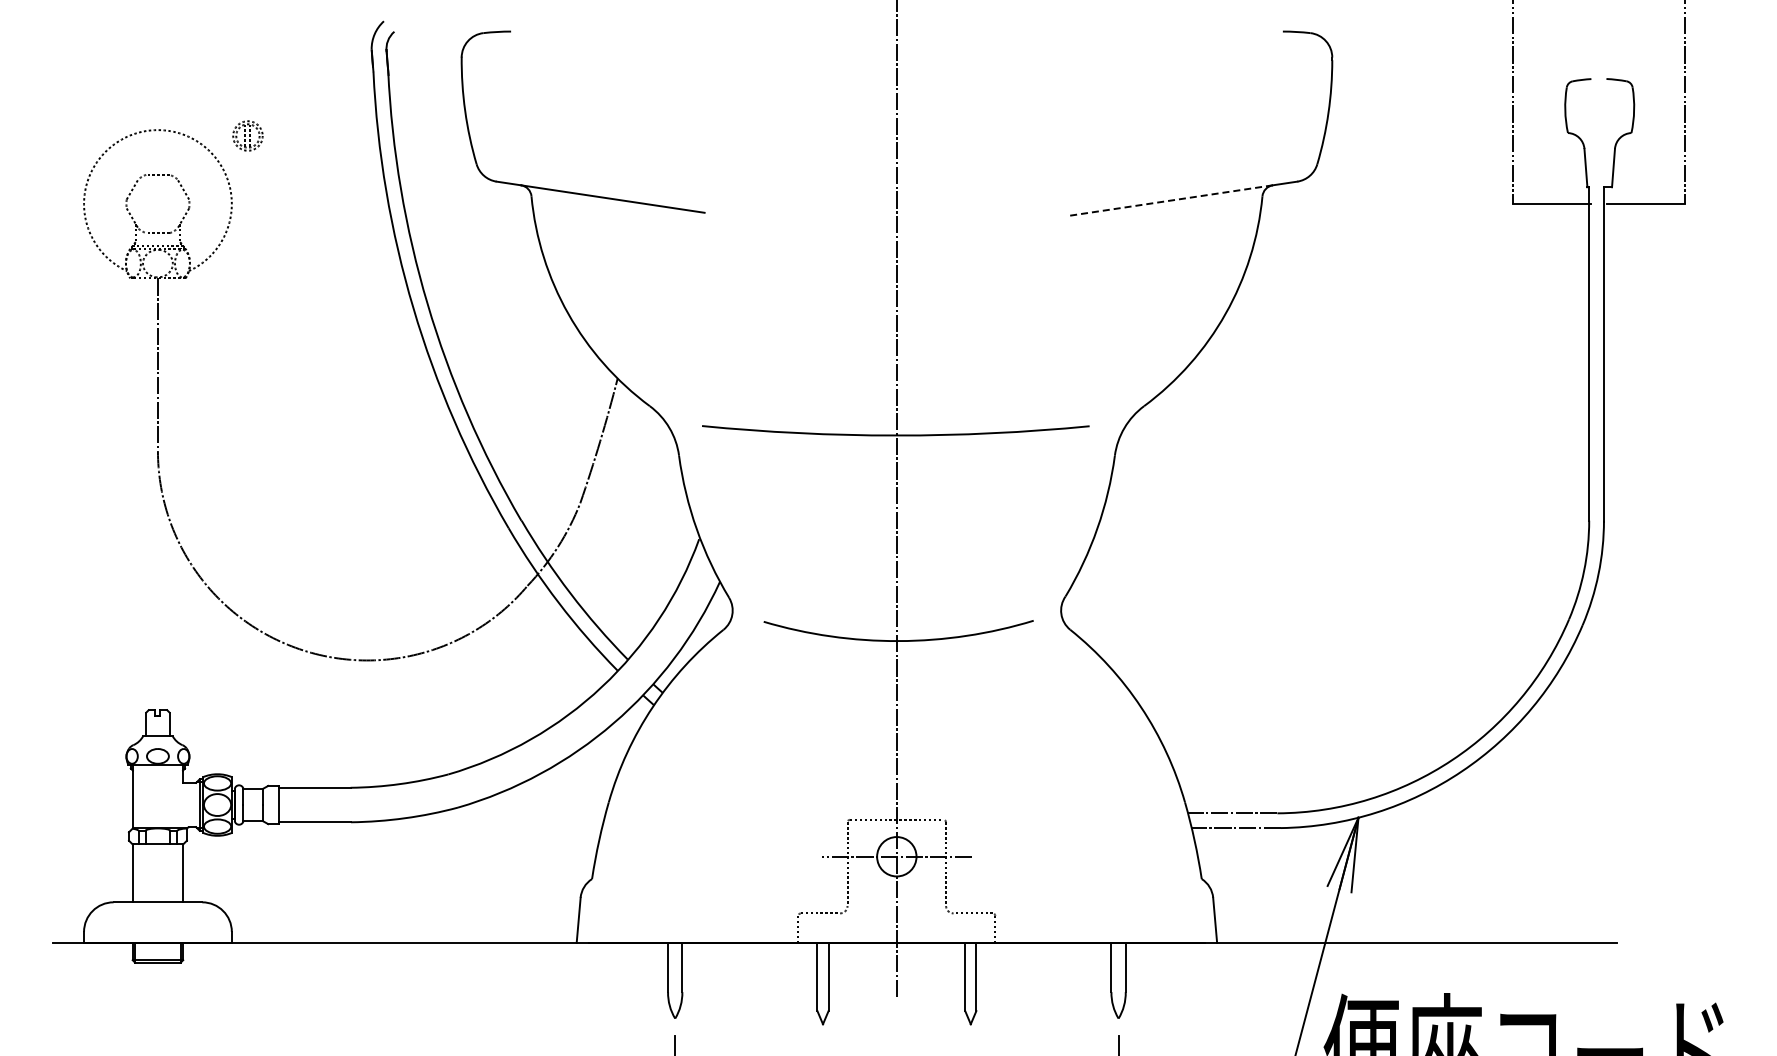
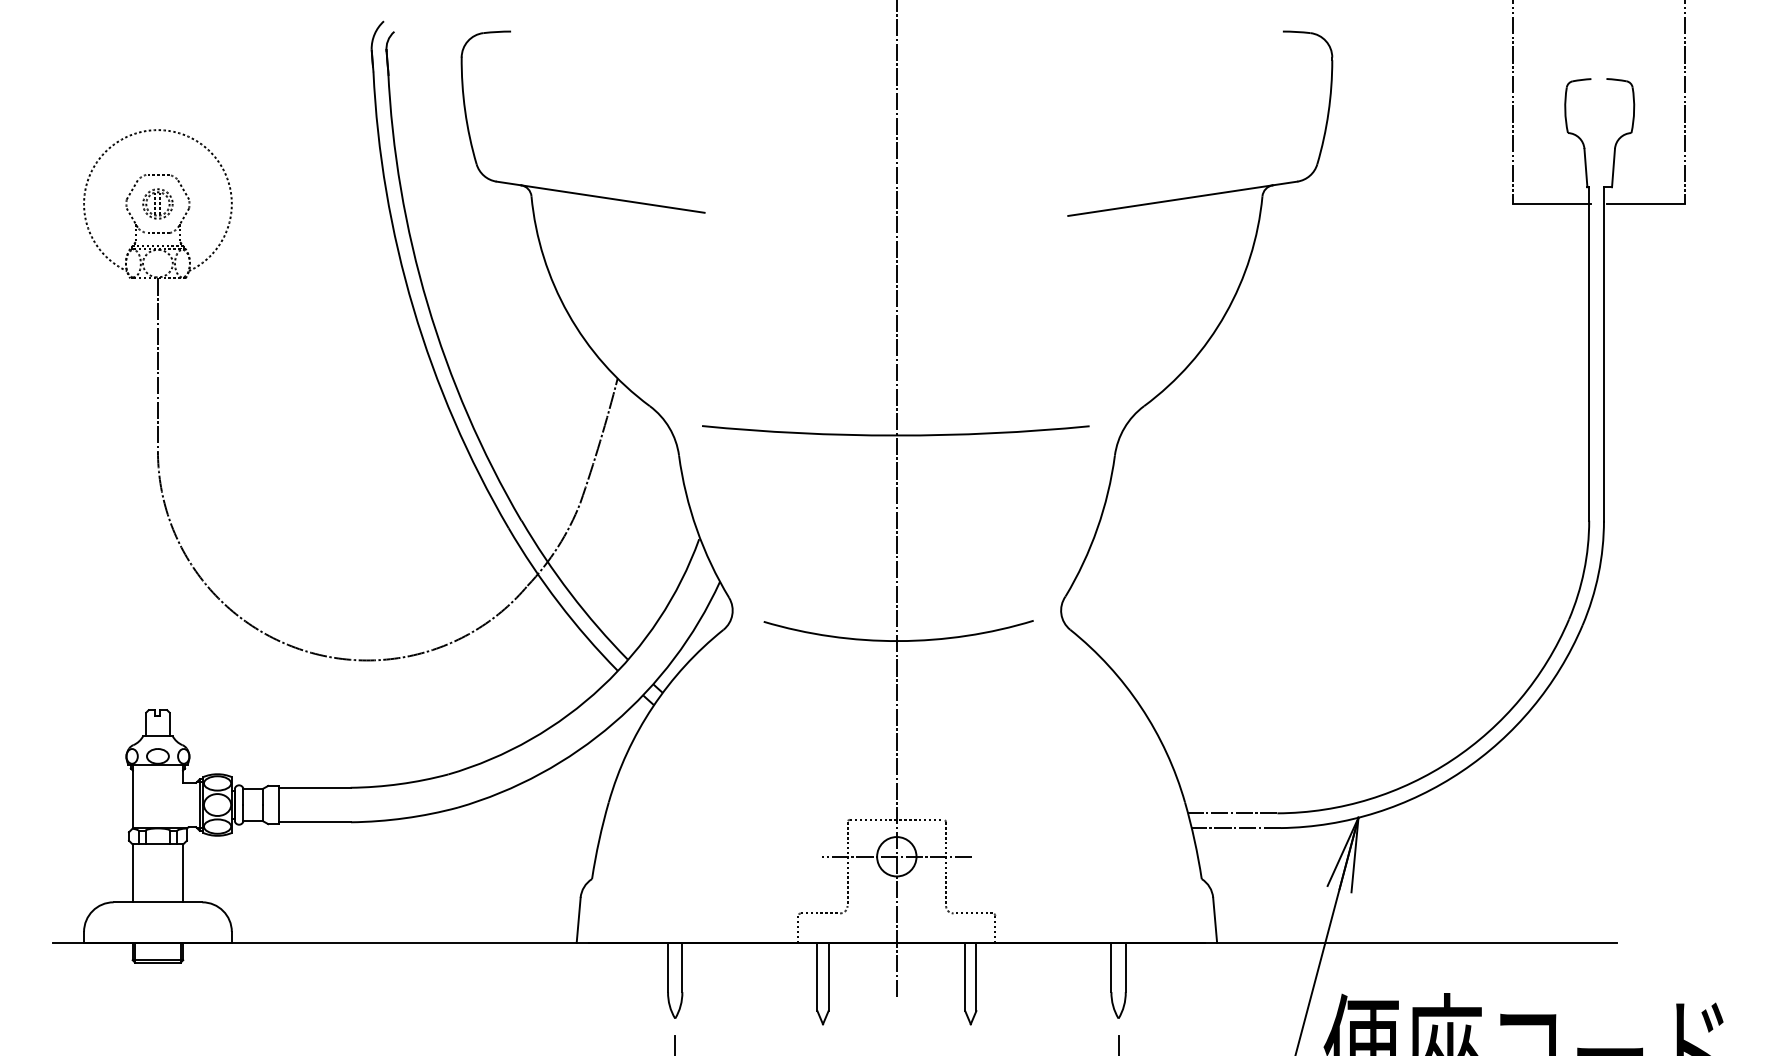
part at (247, 135) position: (247, 135) -> (157, 203)
line at (1170, 200): dashed -> solid
